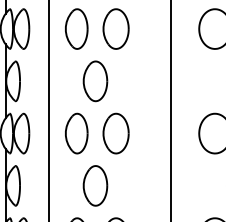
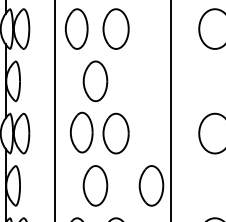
line at (48, 110) position: (48, 110) -> (54, 110)
part at (76, 133) position: (76, 133) -> (81, 132)
part at (151, 185): none -> present
